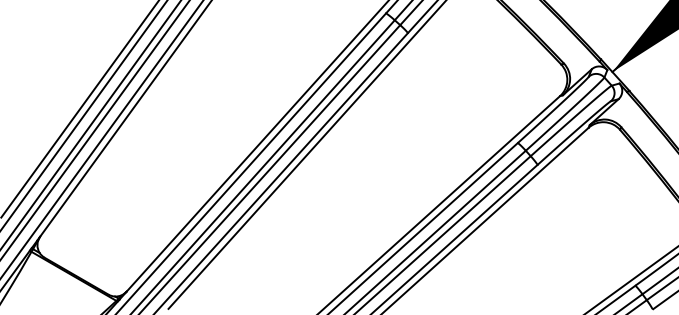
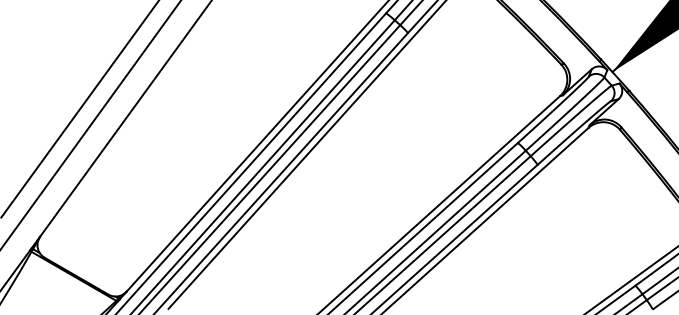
line at (84, 115): present -> none
line at (95, 129): present -> none
line at (102, 139): present -> none
